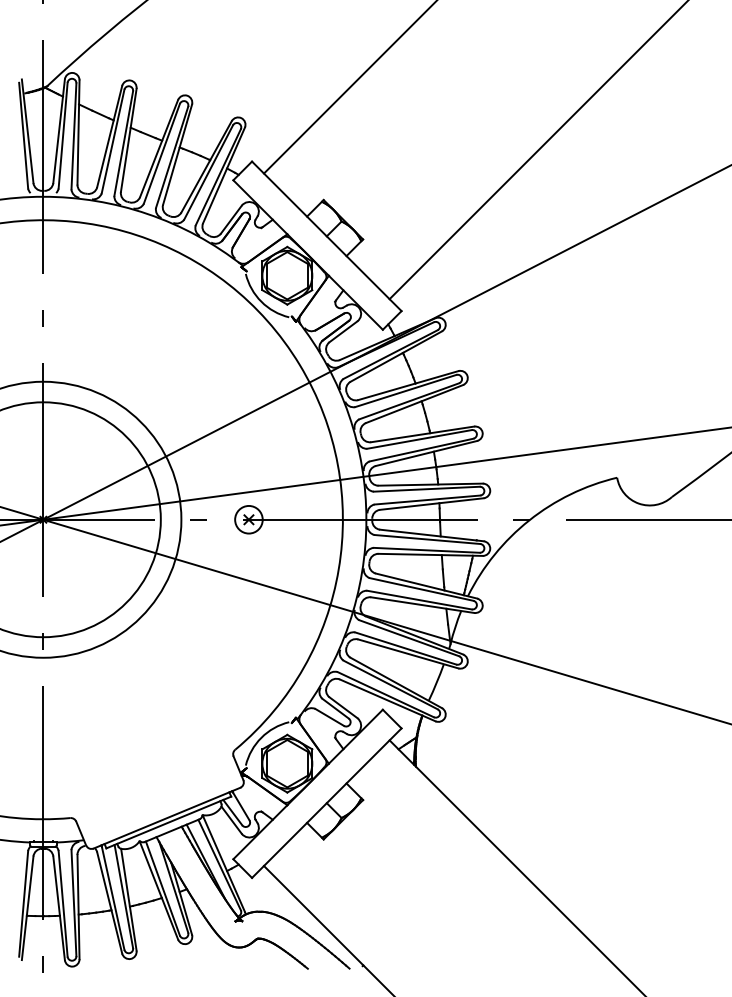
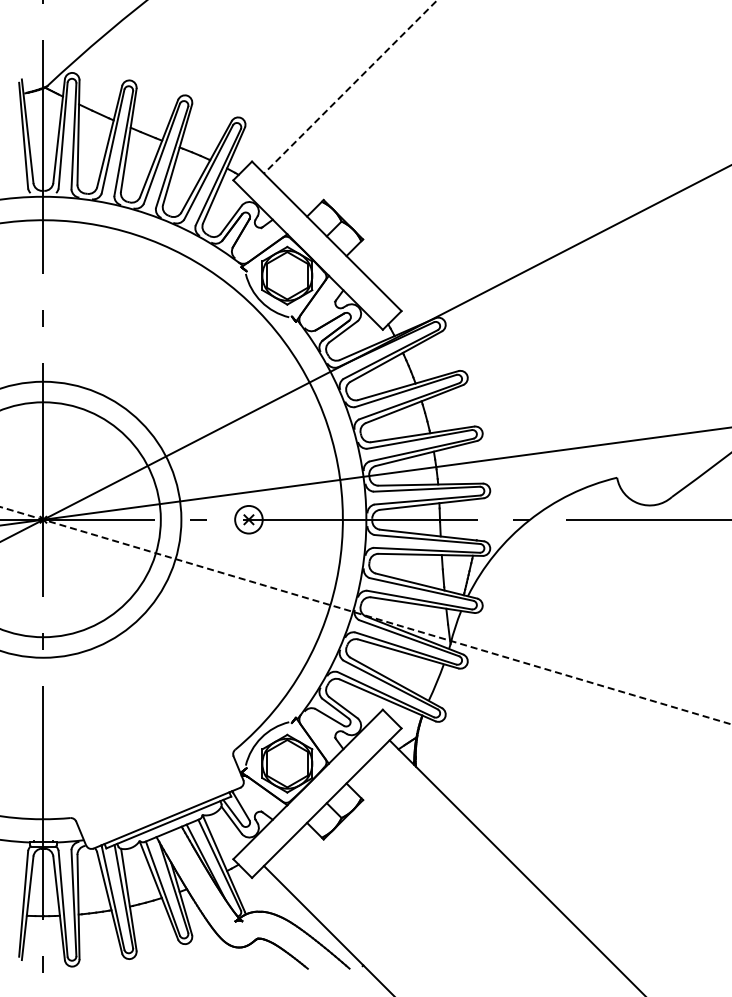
line at (350, 87): solid -> dashed
line at (537, 150): present -> none
line at (366, 615): solid -> dashed
